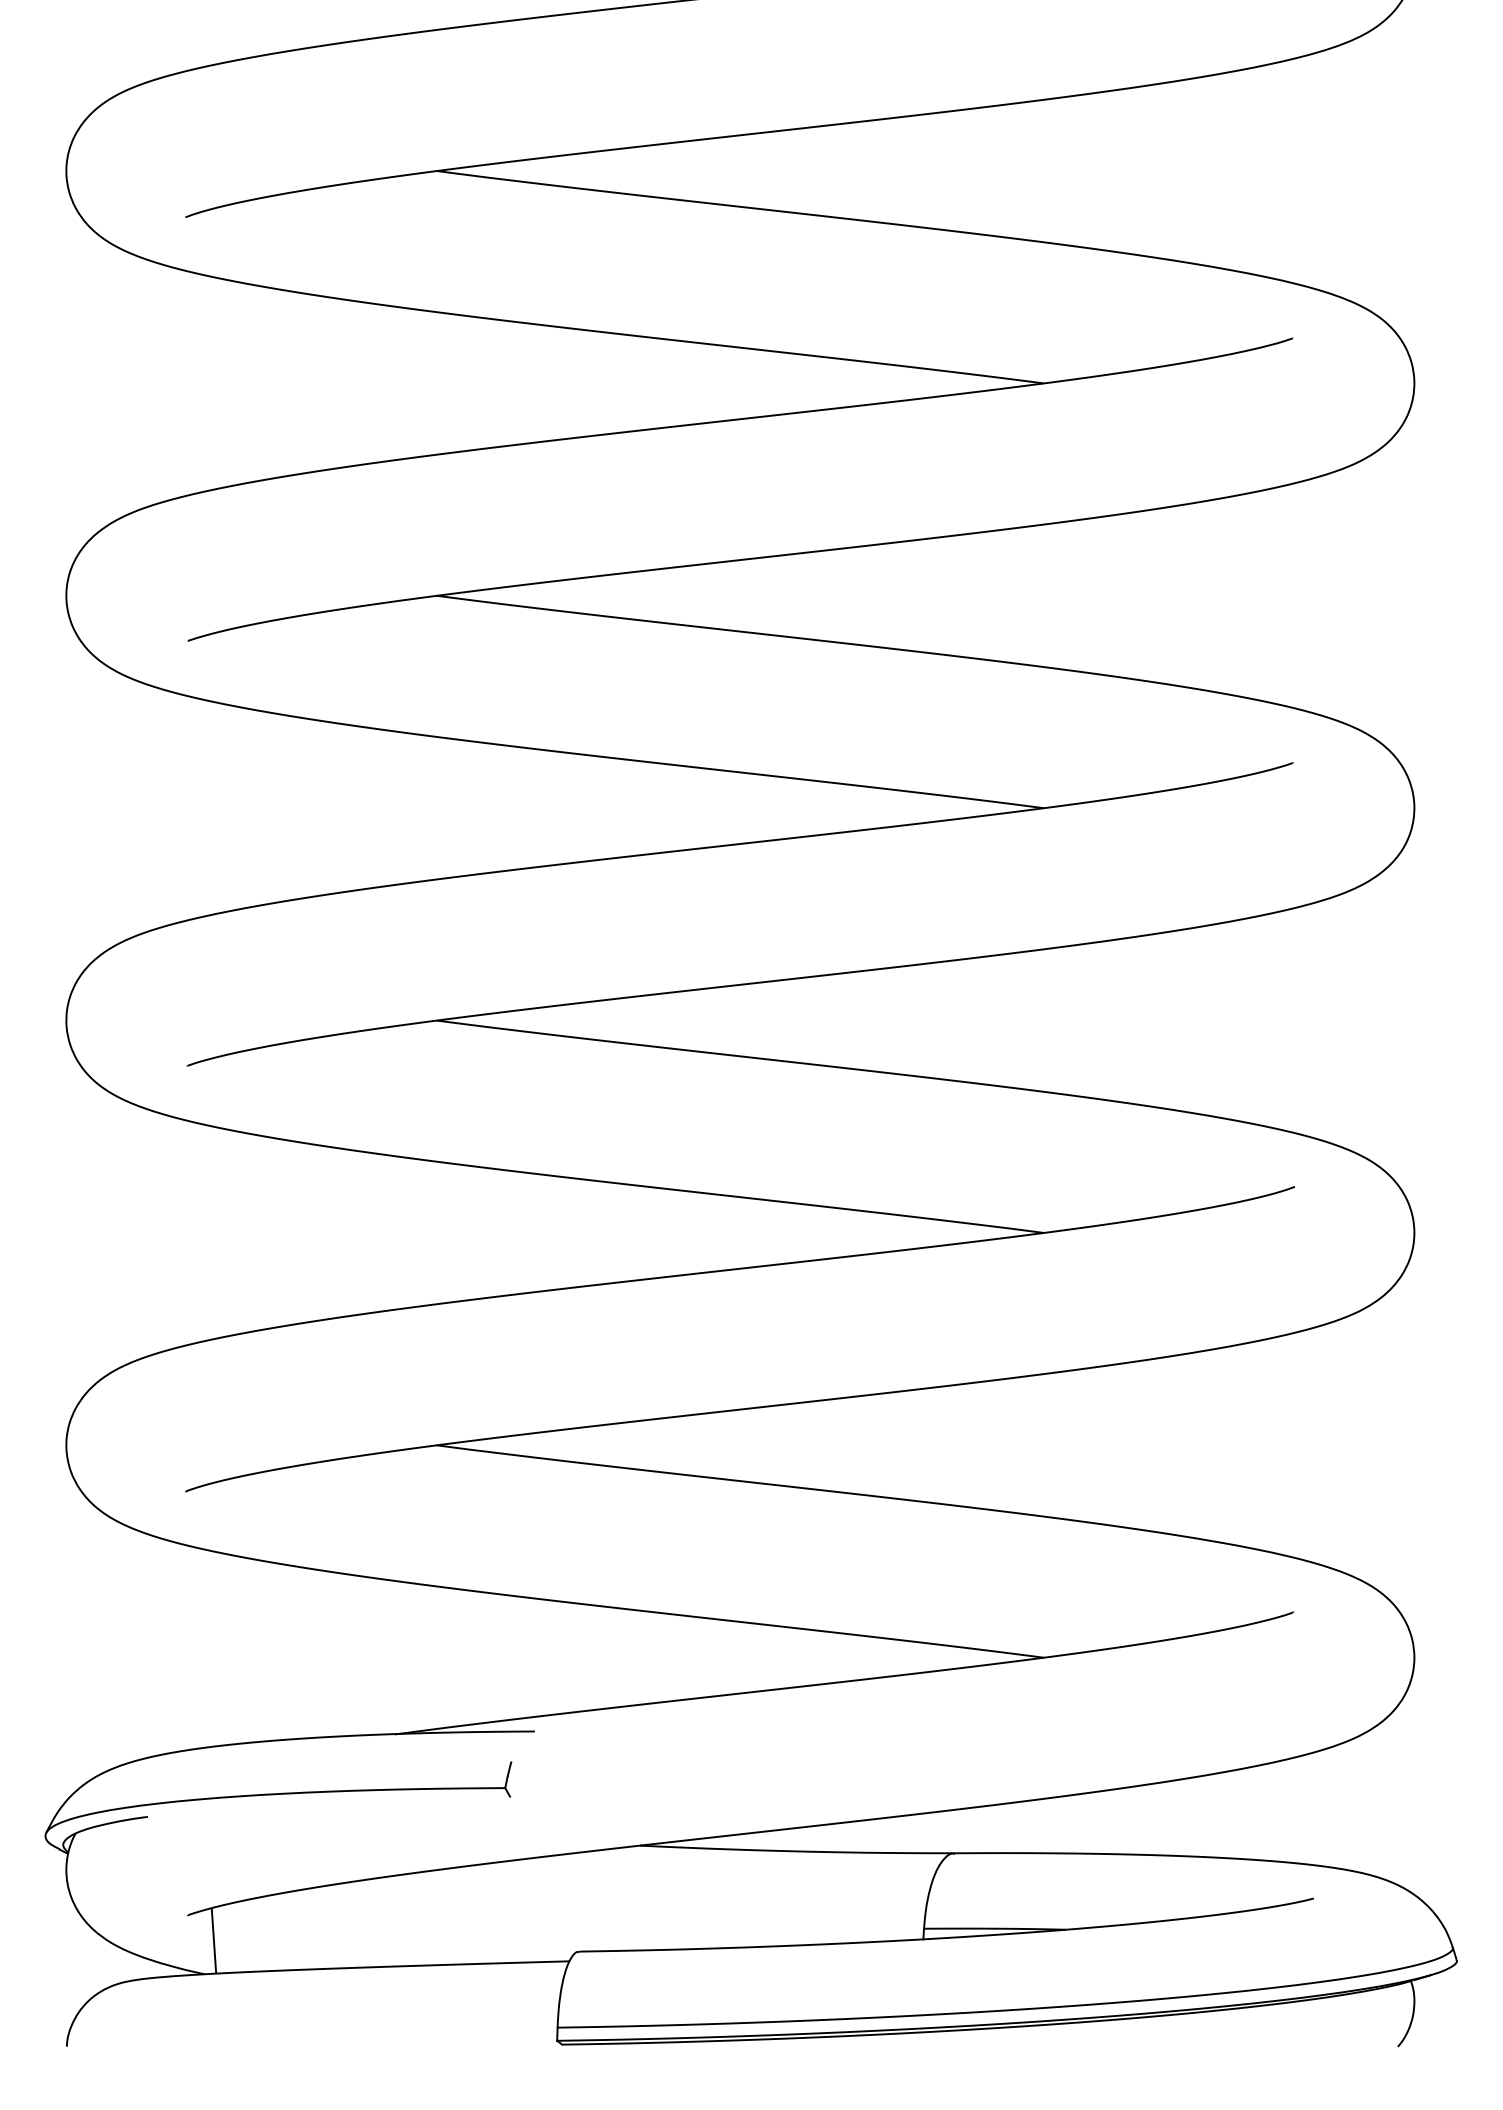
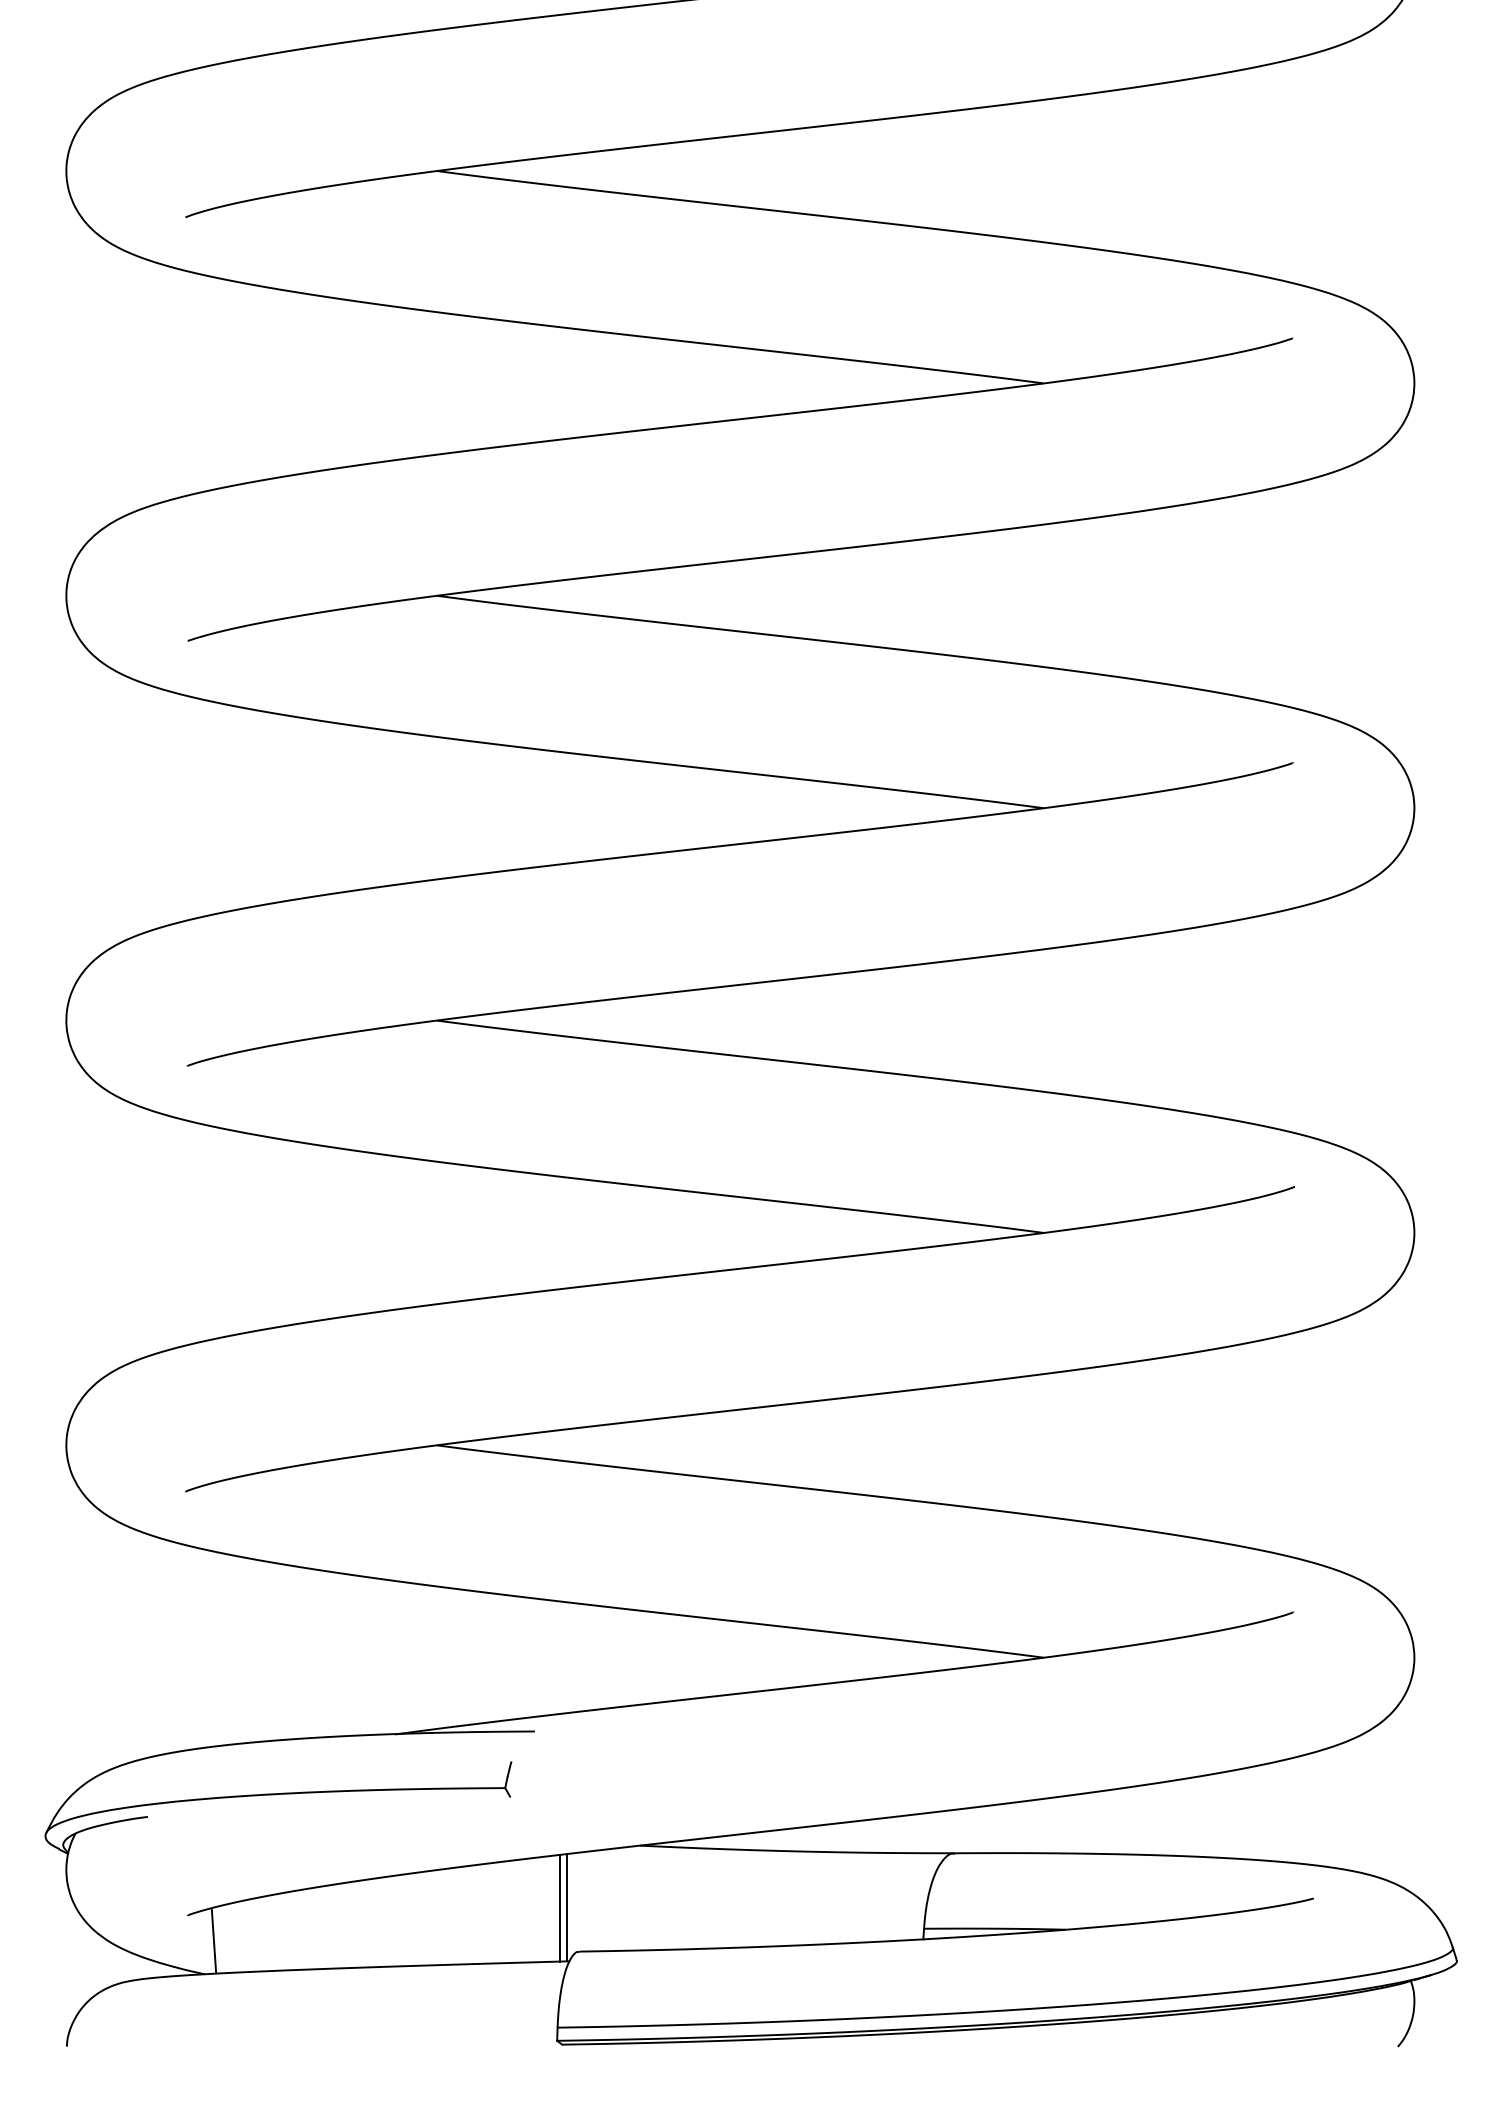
line at (560, 1907): none -> present
line at (567, 1907): none -> present
